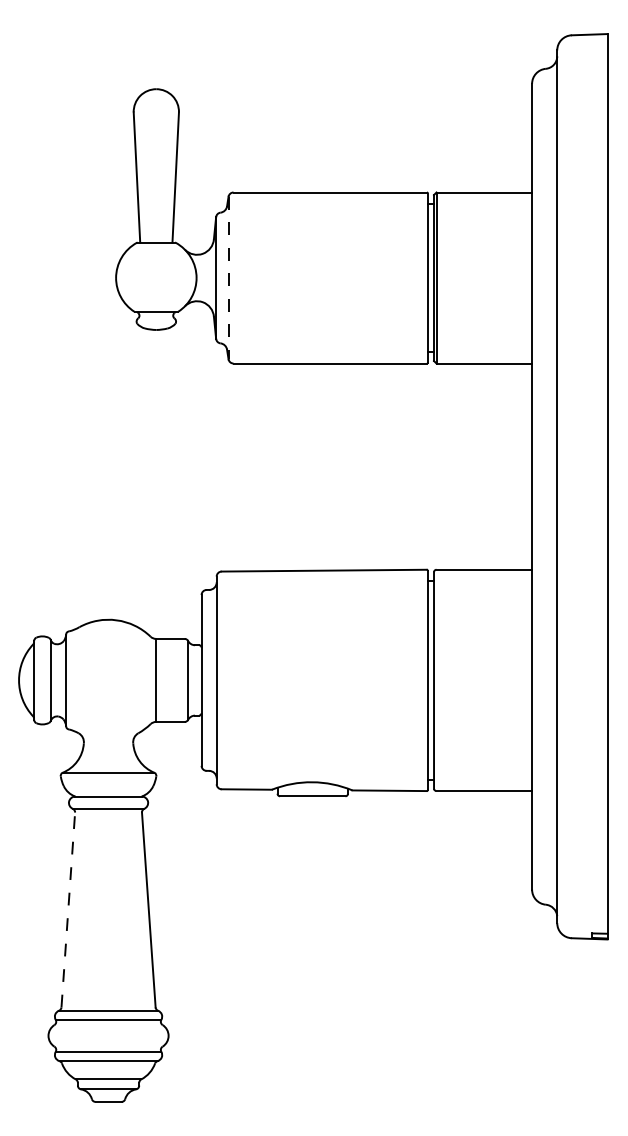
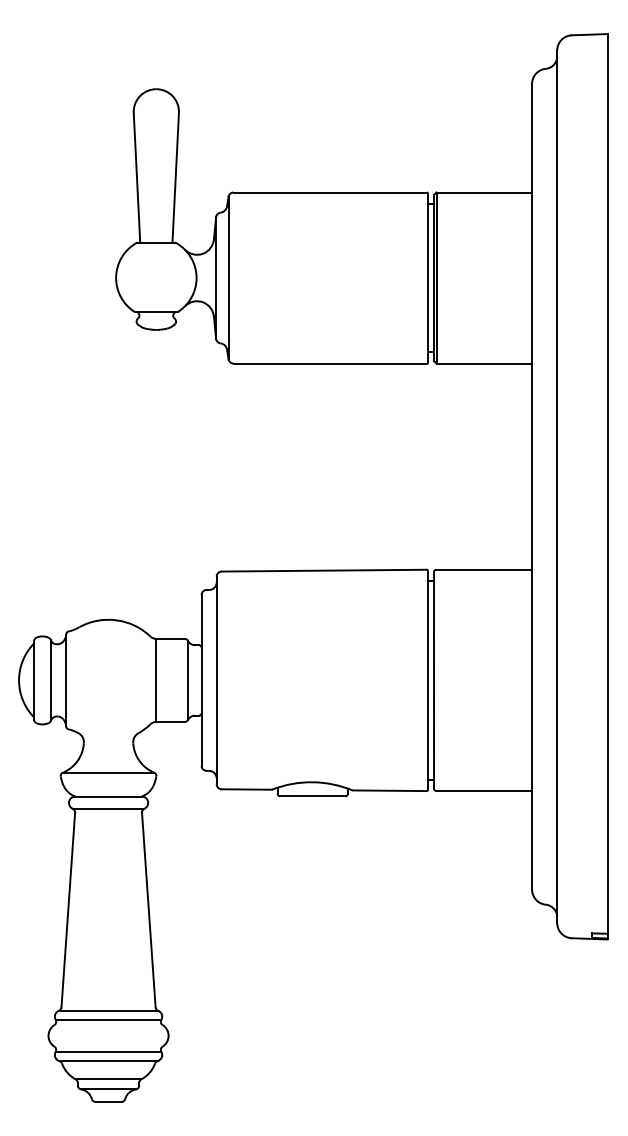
line at (228, 278): dashed -> solid
line at (68, 910): dashed -> solid
